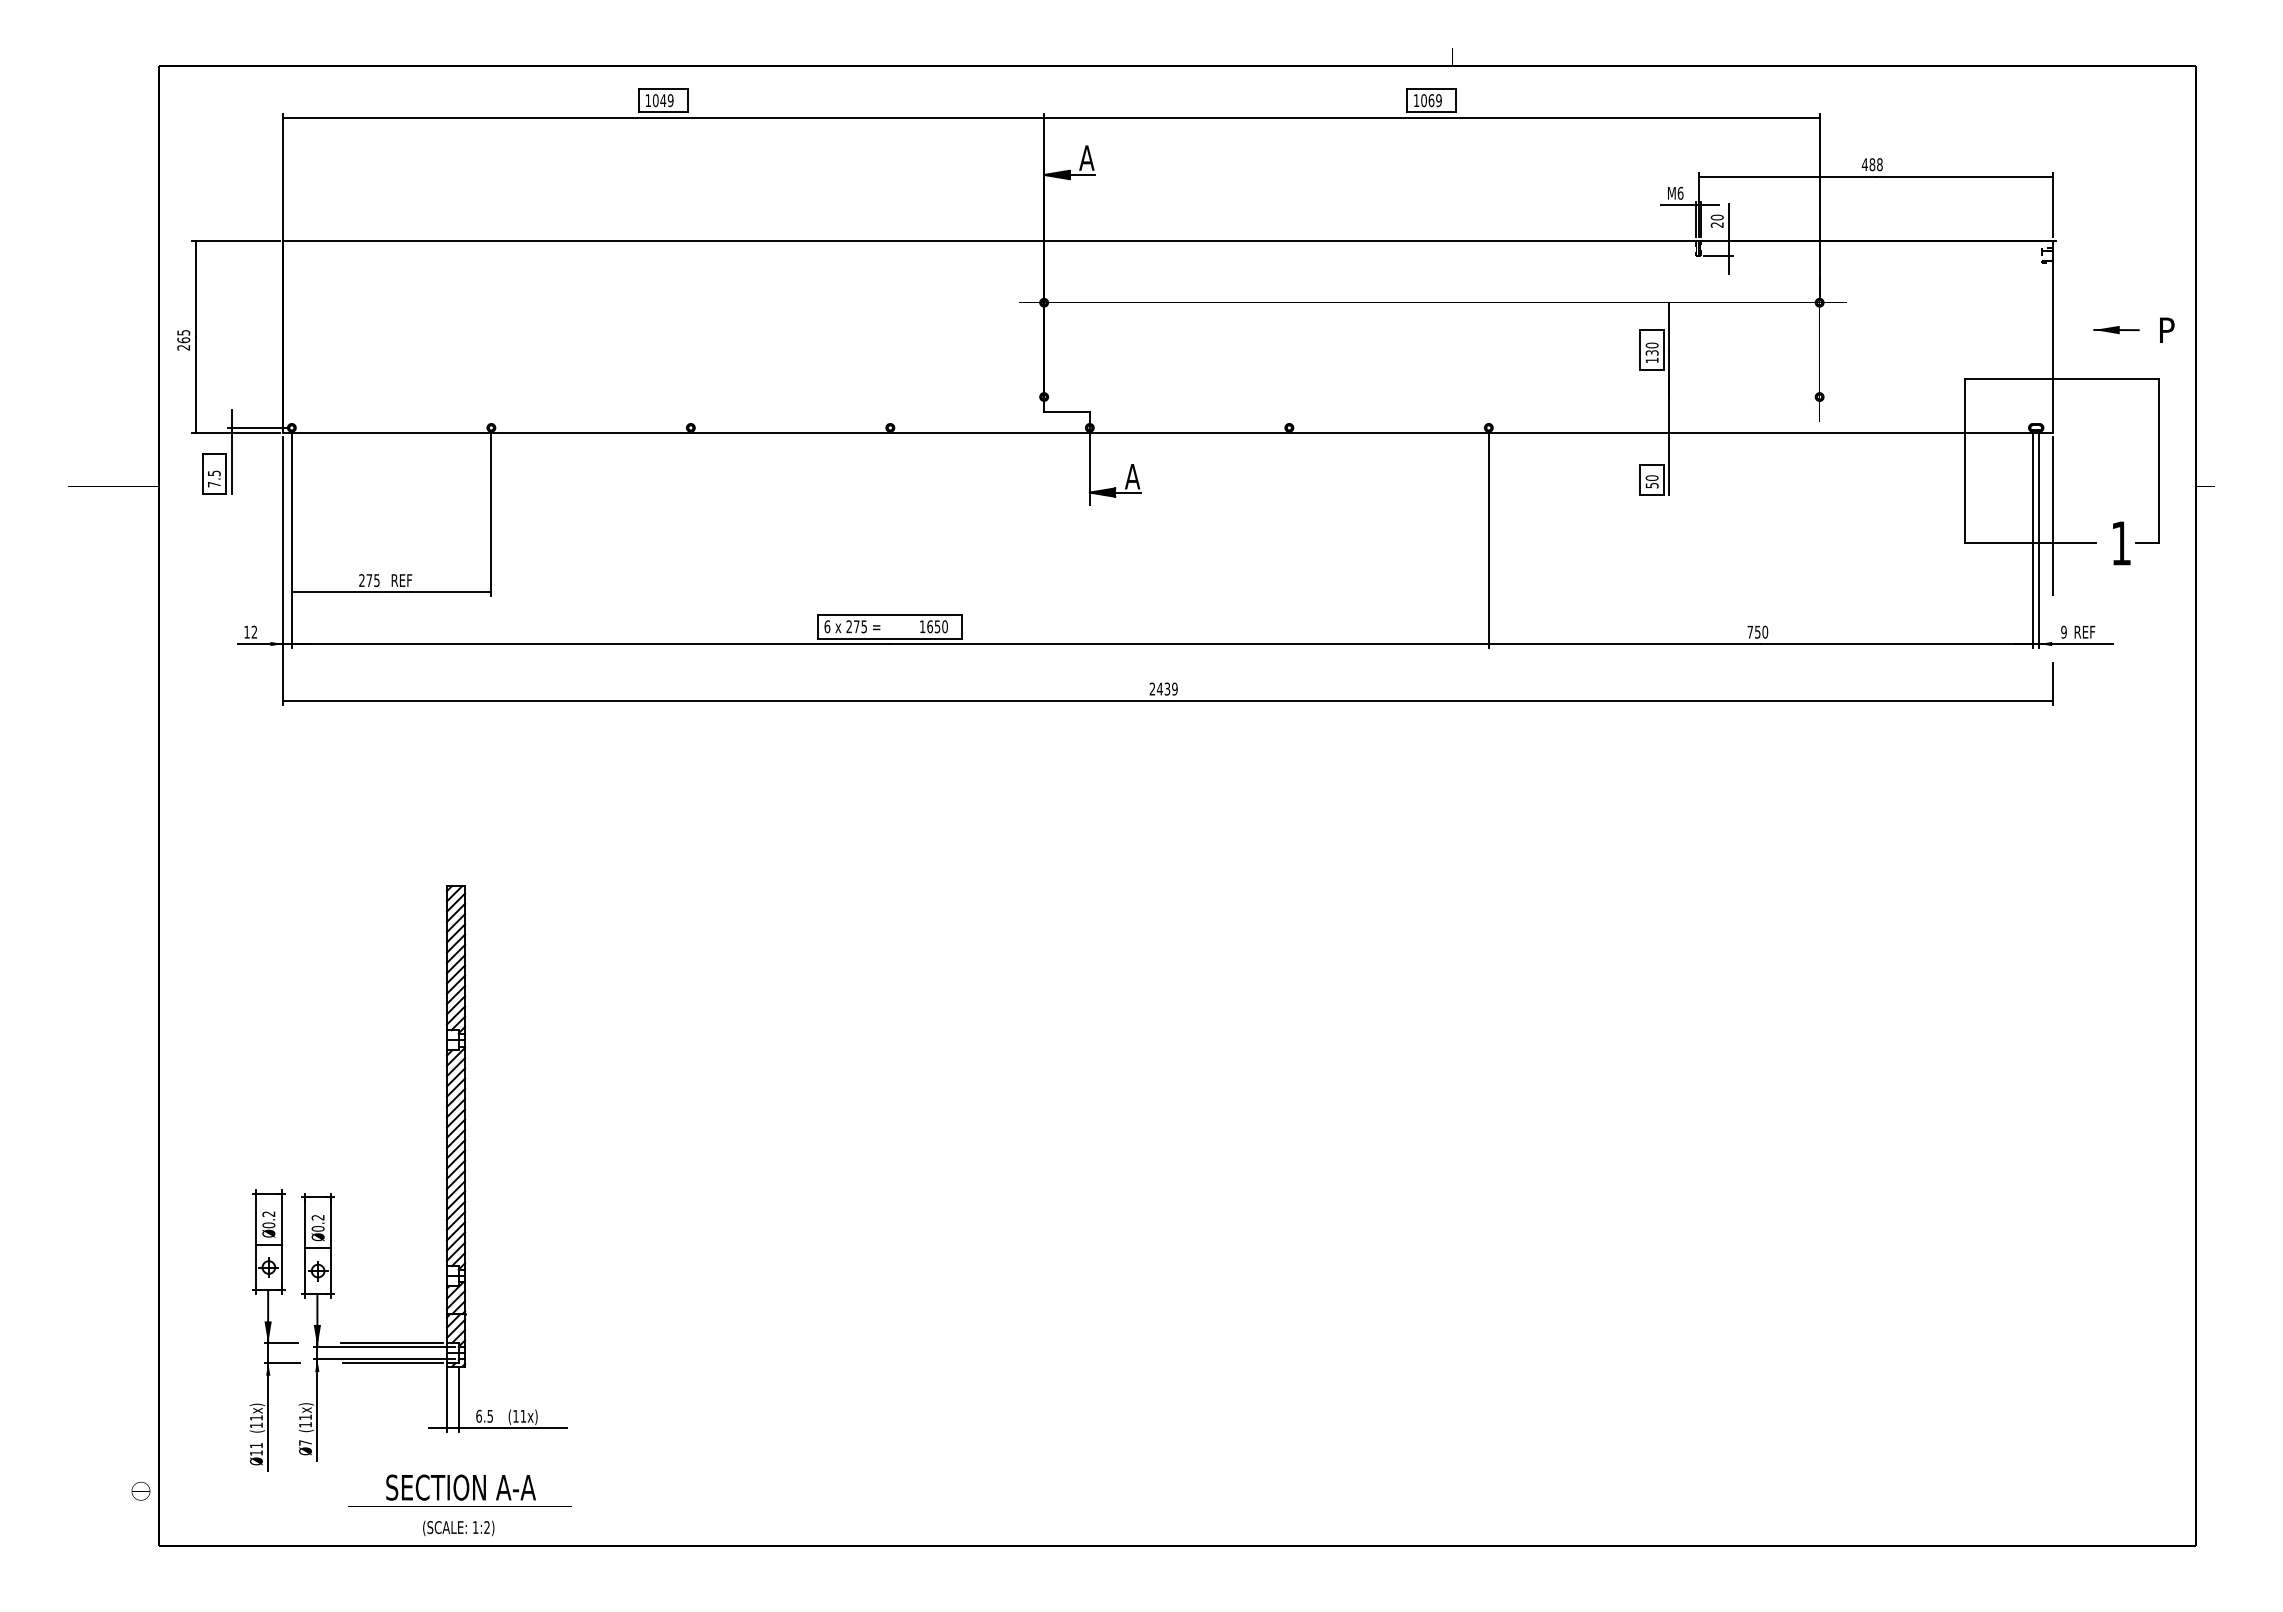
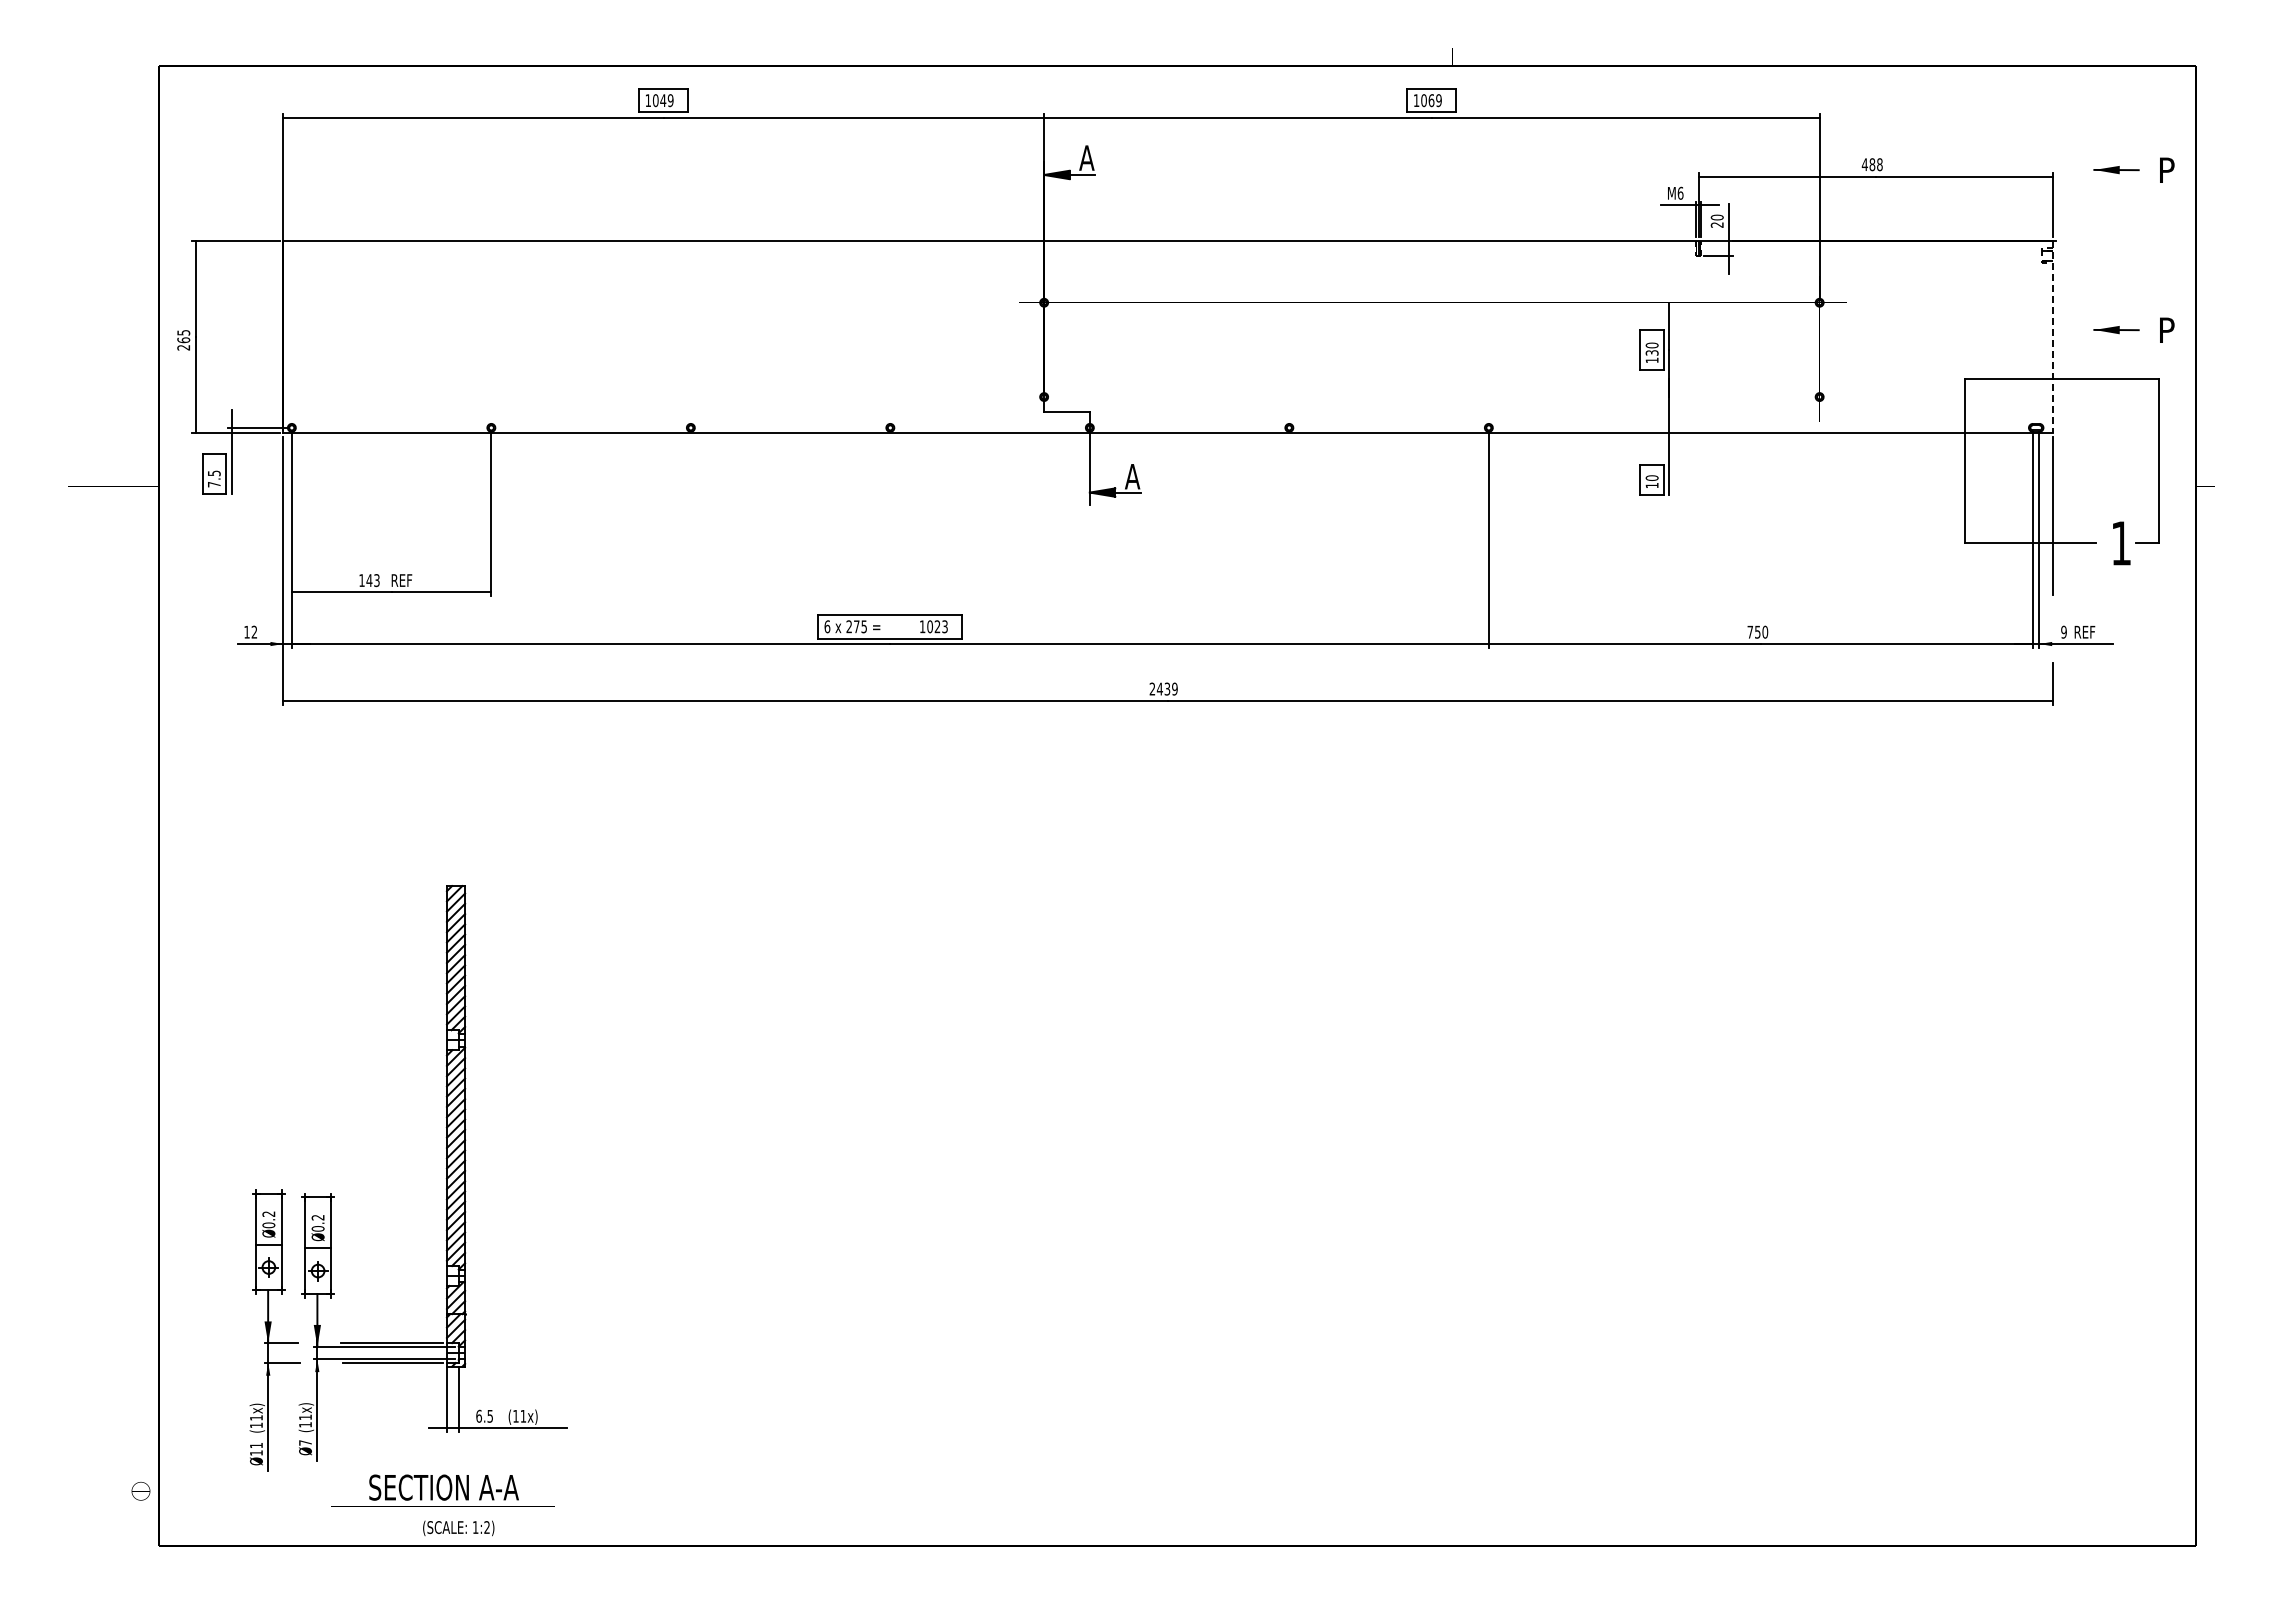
part at (2133, 169): none -> present
line at (2052, 337): solid -> dashed
text at (1651, 485): 50 -> 10
text at (369, 580): 275 -> 143
text at (937, 626): 1650 -> 1023
text at (459, 1490) position: (459, 1490) -> (442, 1490)
